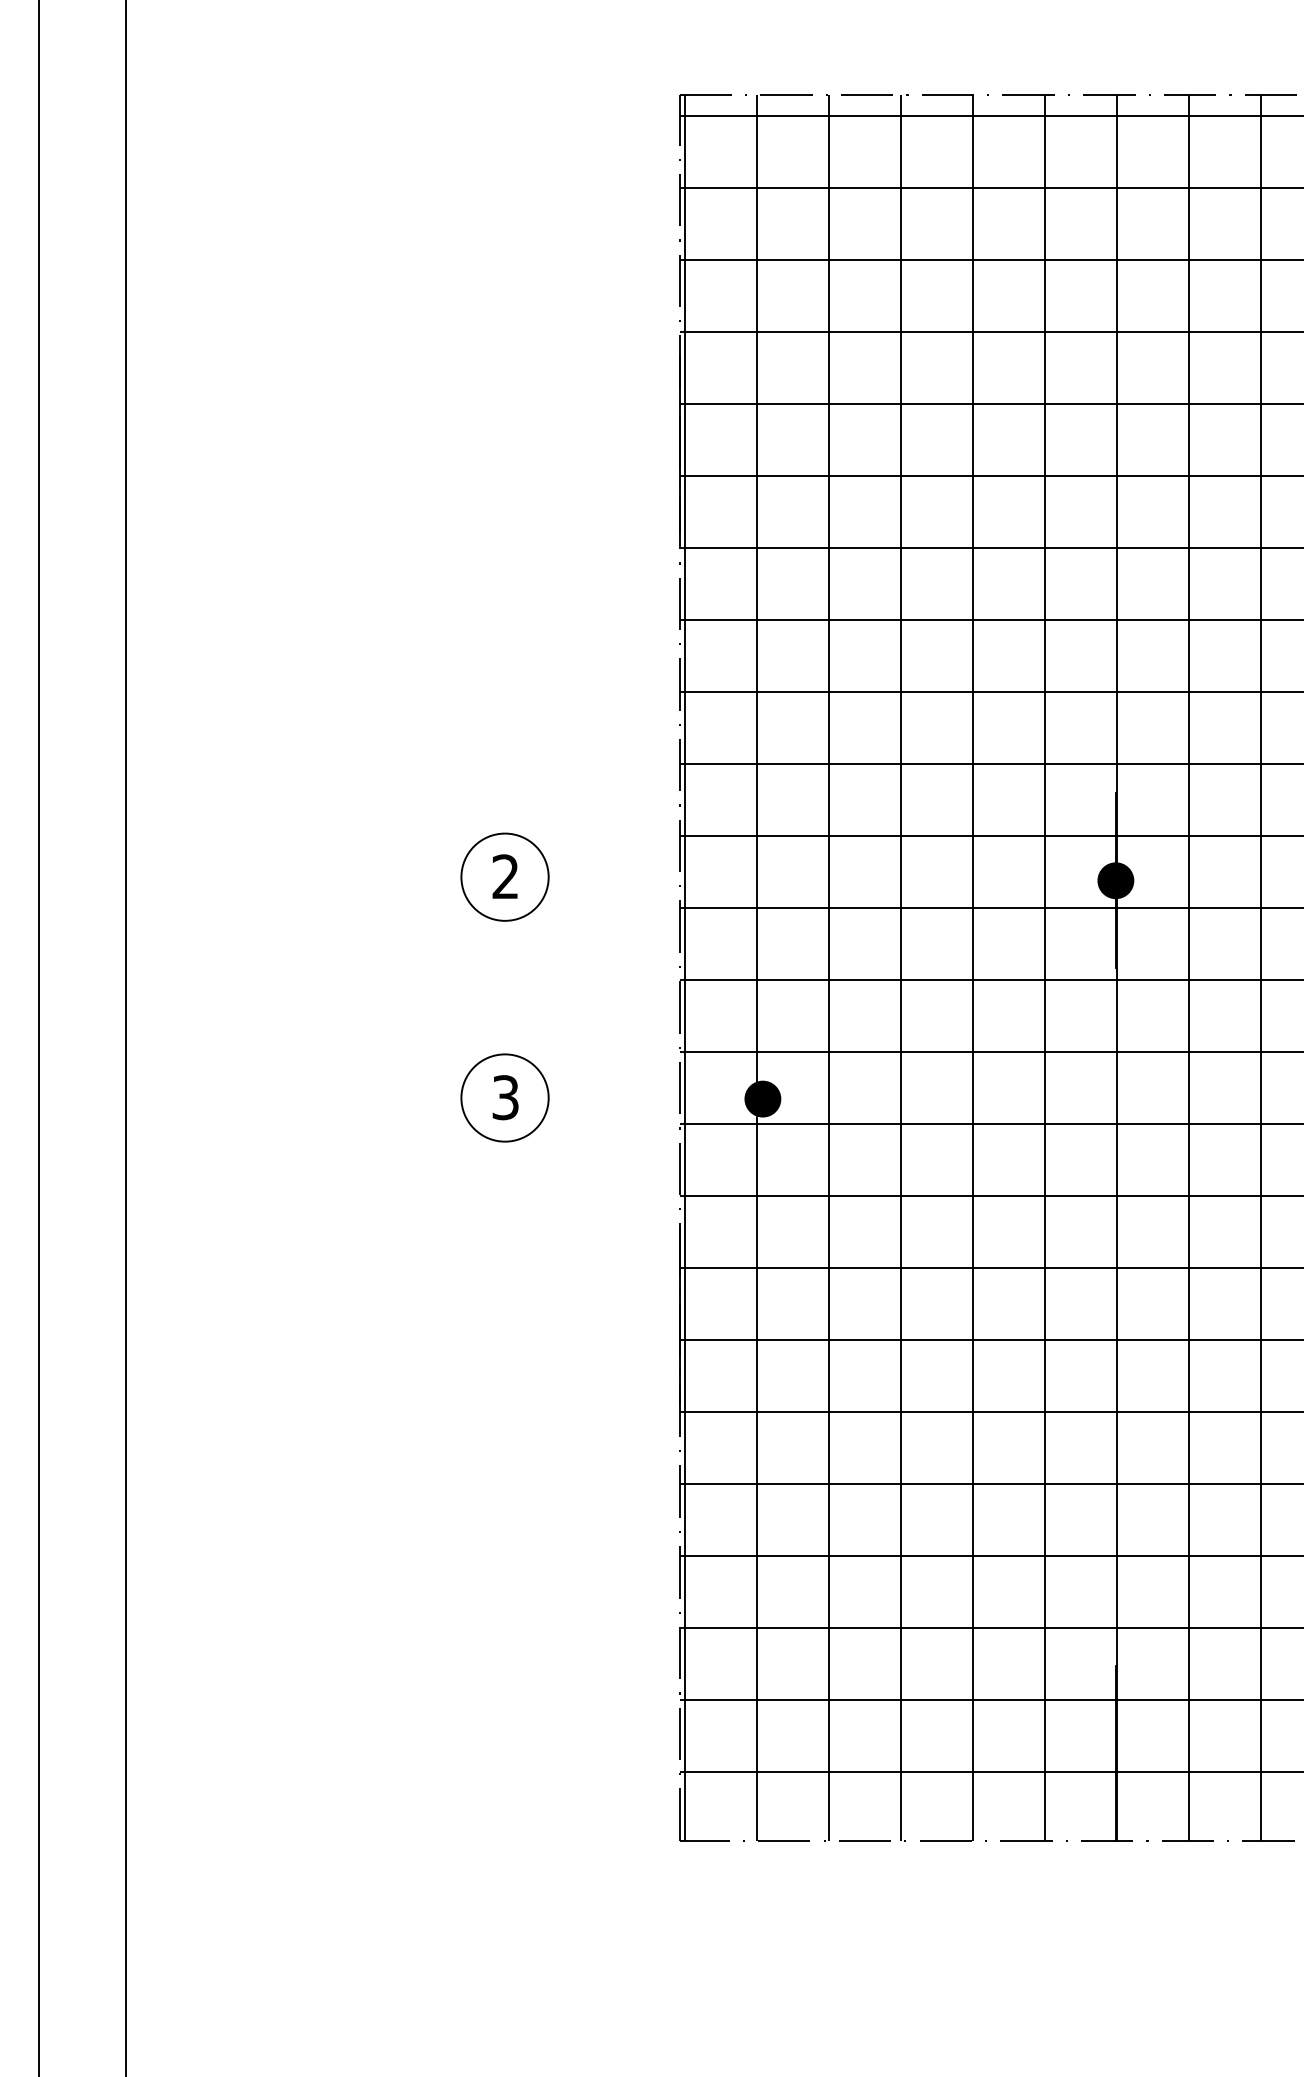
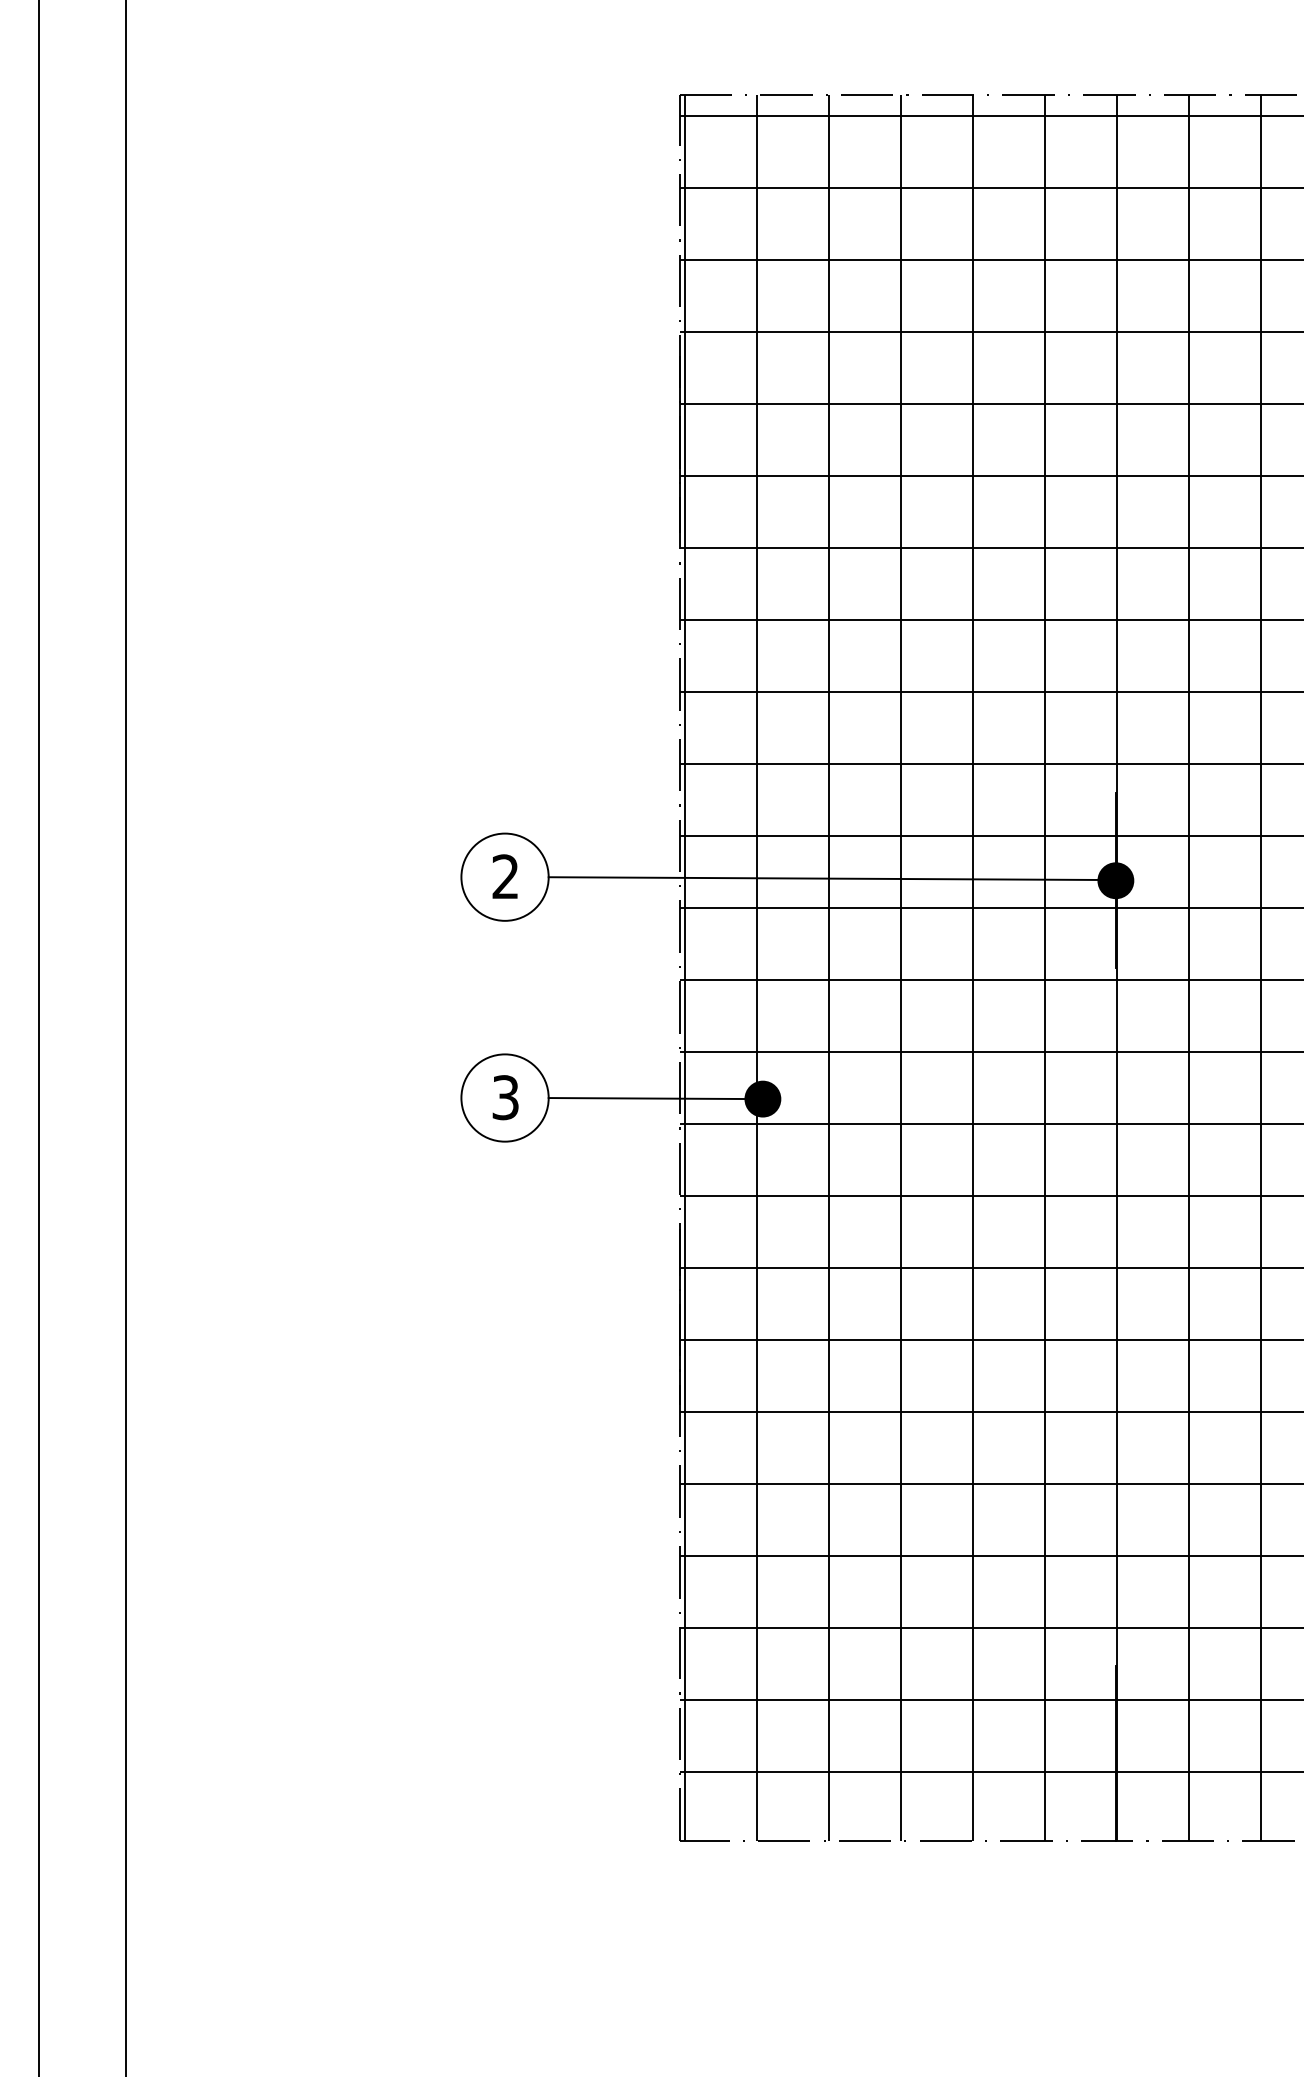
line at (823, 878): none -> present
line at (646, 1098): none -> present
